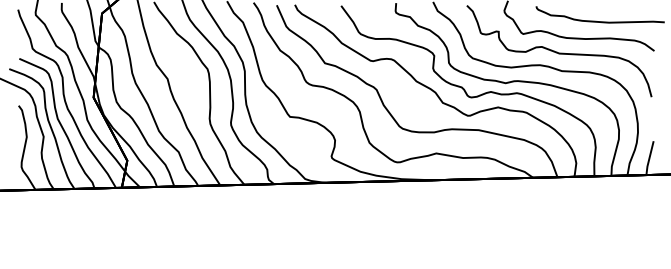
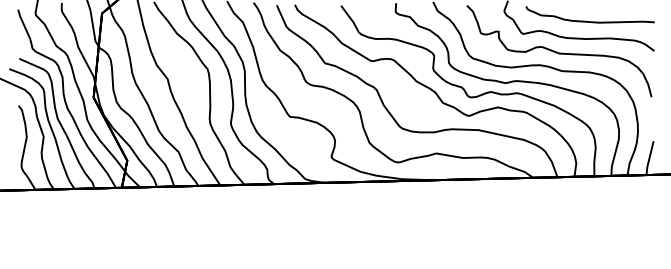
curve at (596, 20) position: (596, 20) -> (586, 20)
